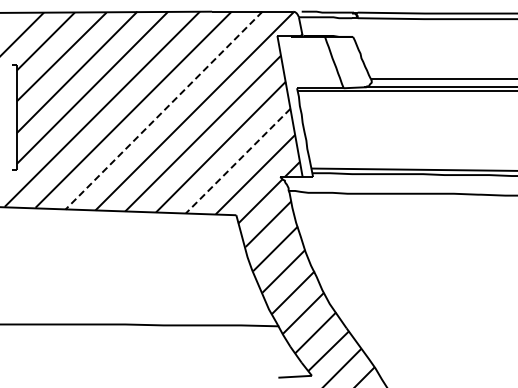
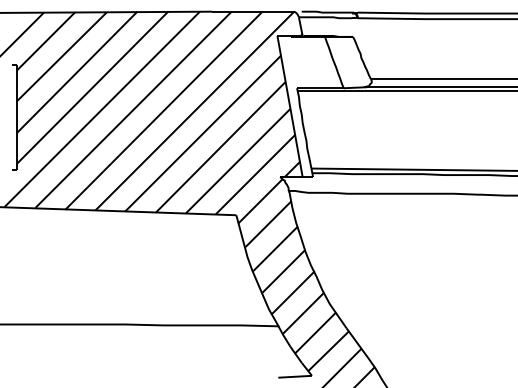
line at (163, 110): dashed -> solid
line at (238, 161): dashed -> solid
